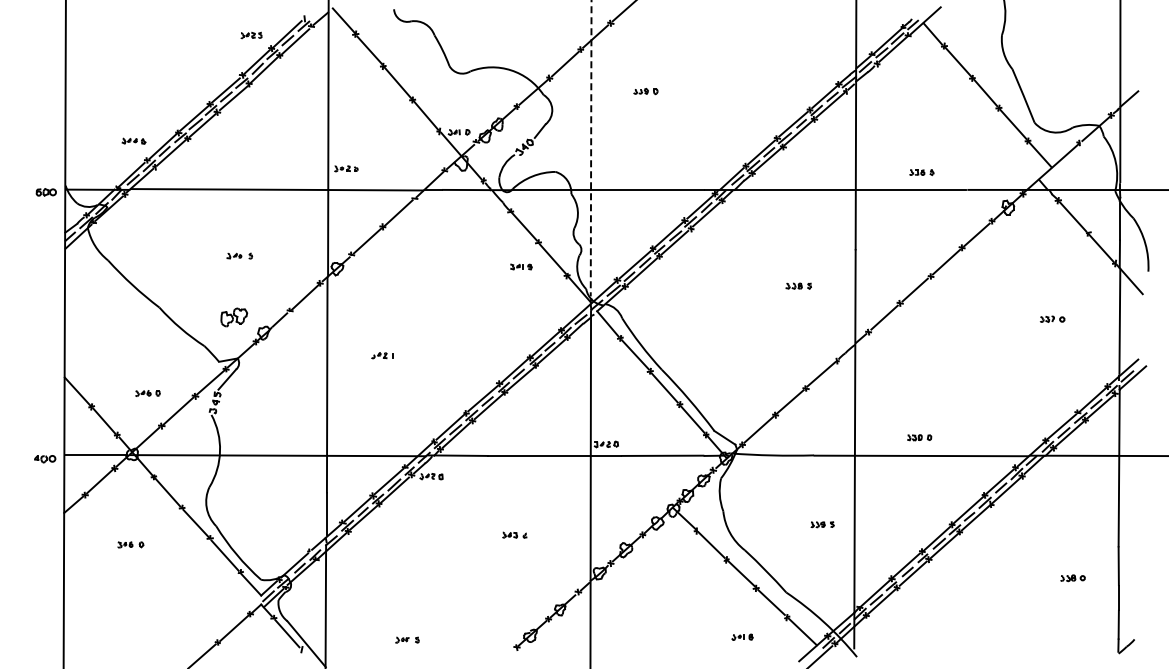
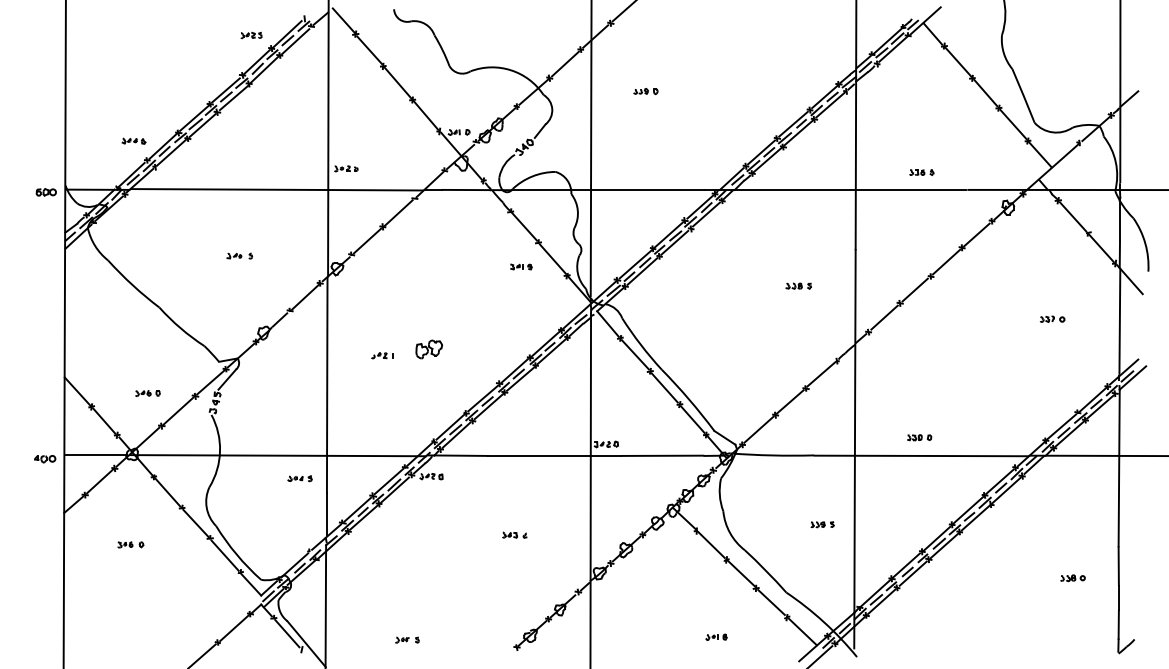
line at (591, 148): dashed -> solid
part at (234, 317) position: (234, 317) -> (429, 349)
part at (299, 478): none -> present
part at (742, 636) position: (742, 636) -> (716, 636)
